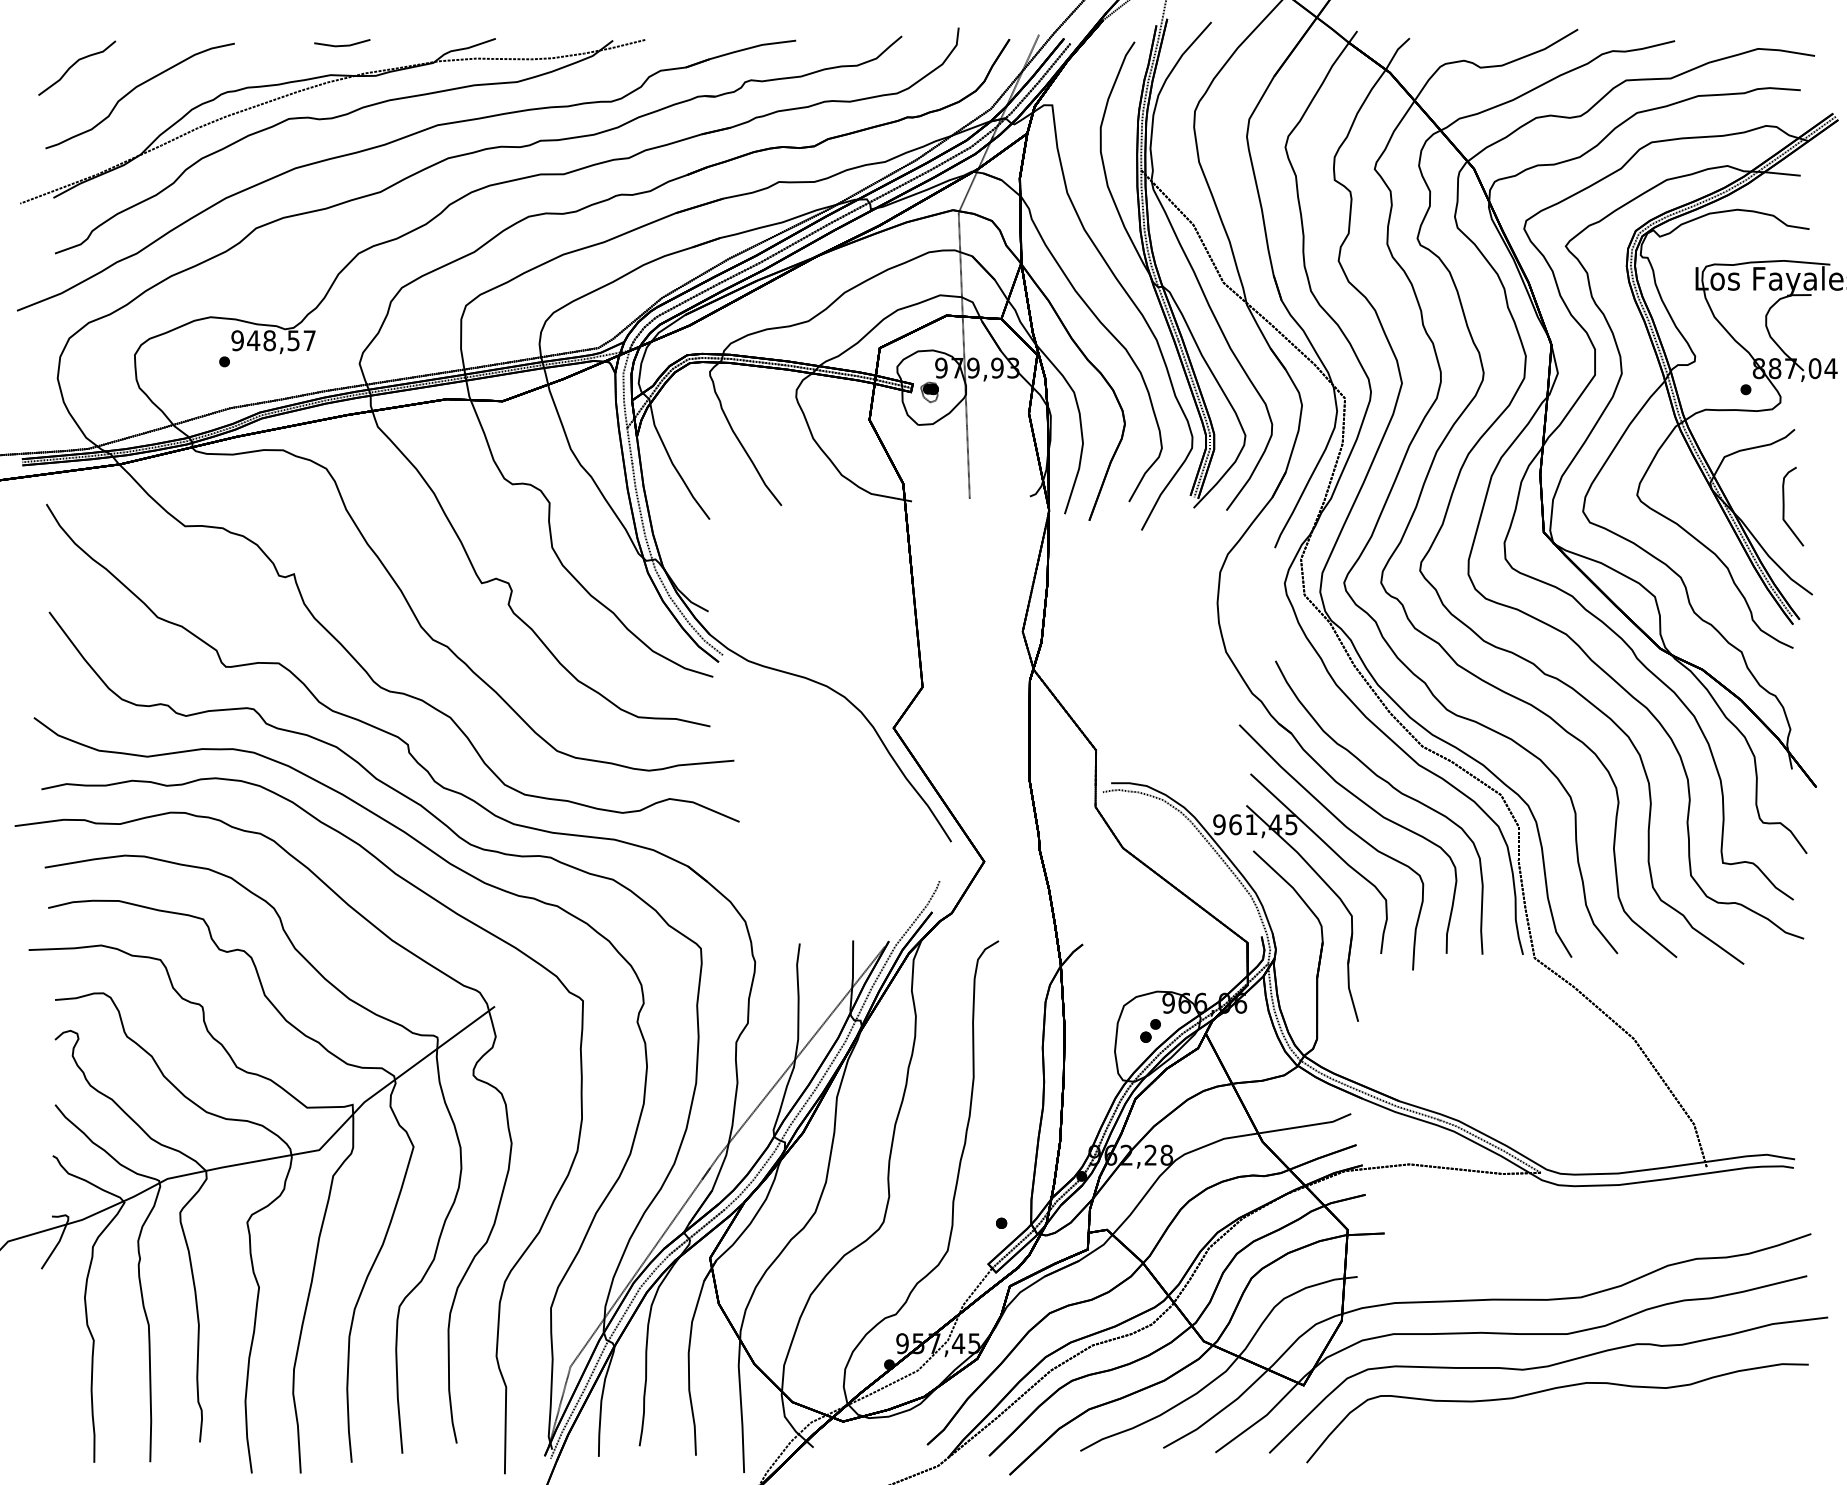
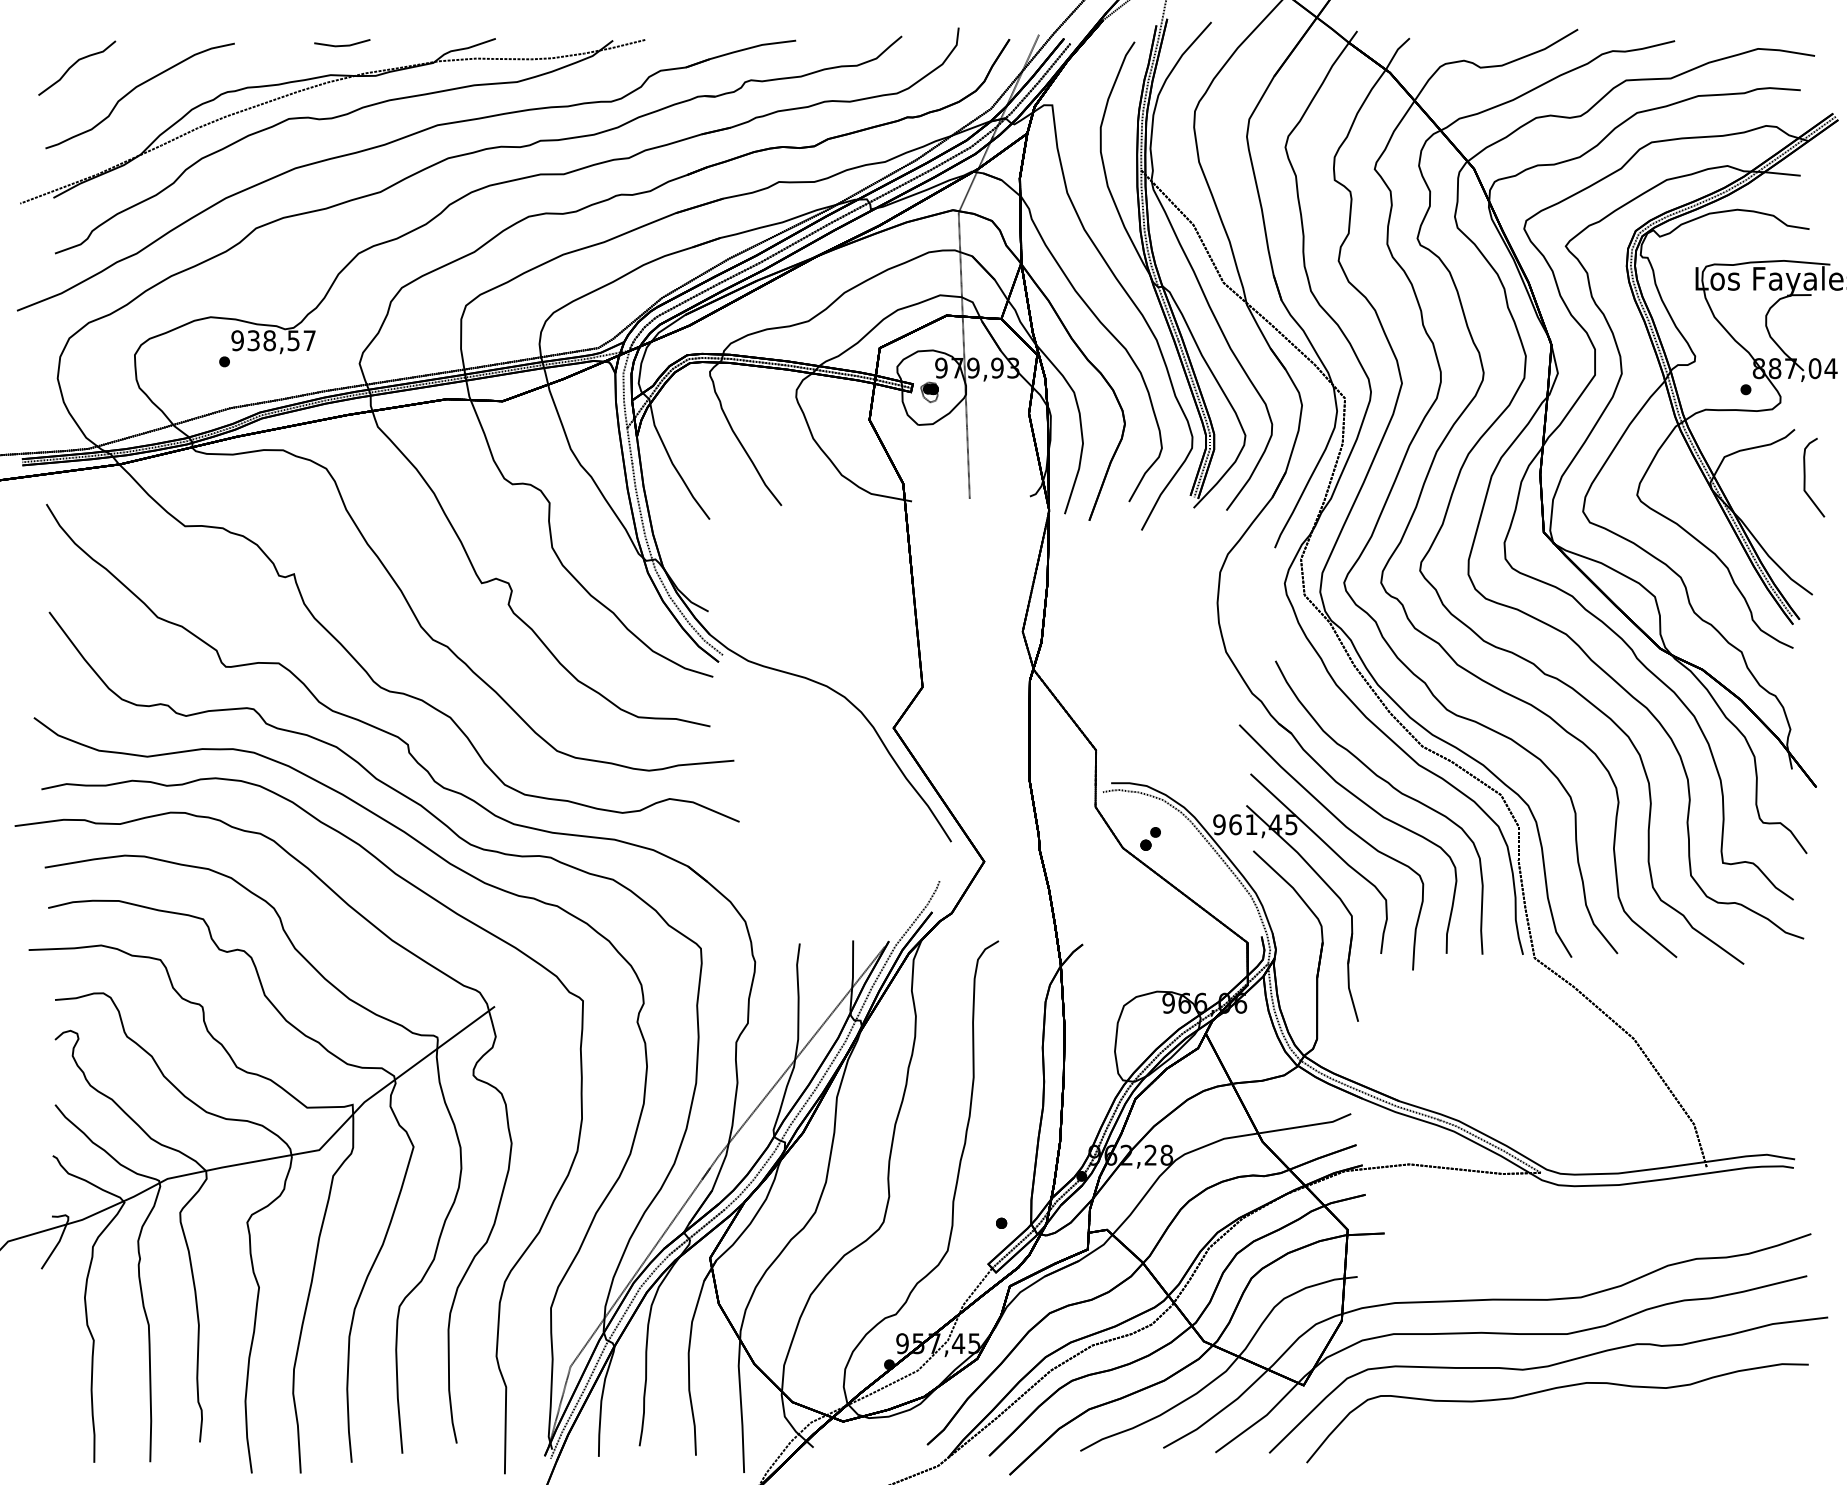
text at (253, 340): 948,57 -> 938,57
part at (1784, 506) position: (1784, 506) -> (1805, 477)
part at (1150, 1030) position: (1150, 1030) -> (1150, 838)
